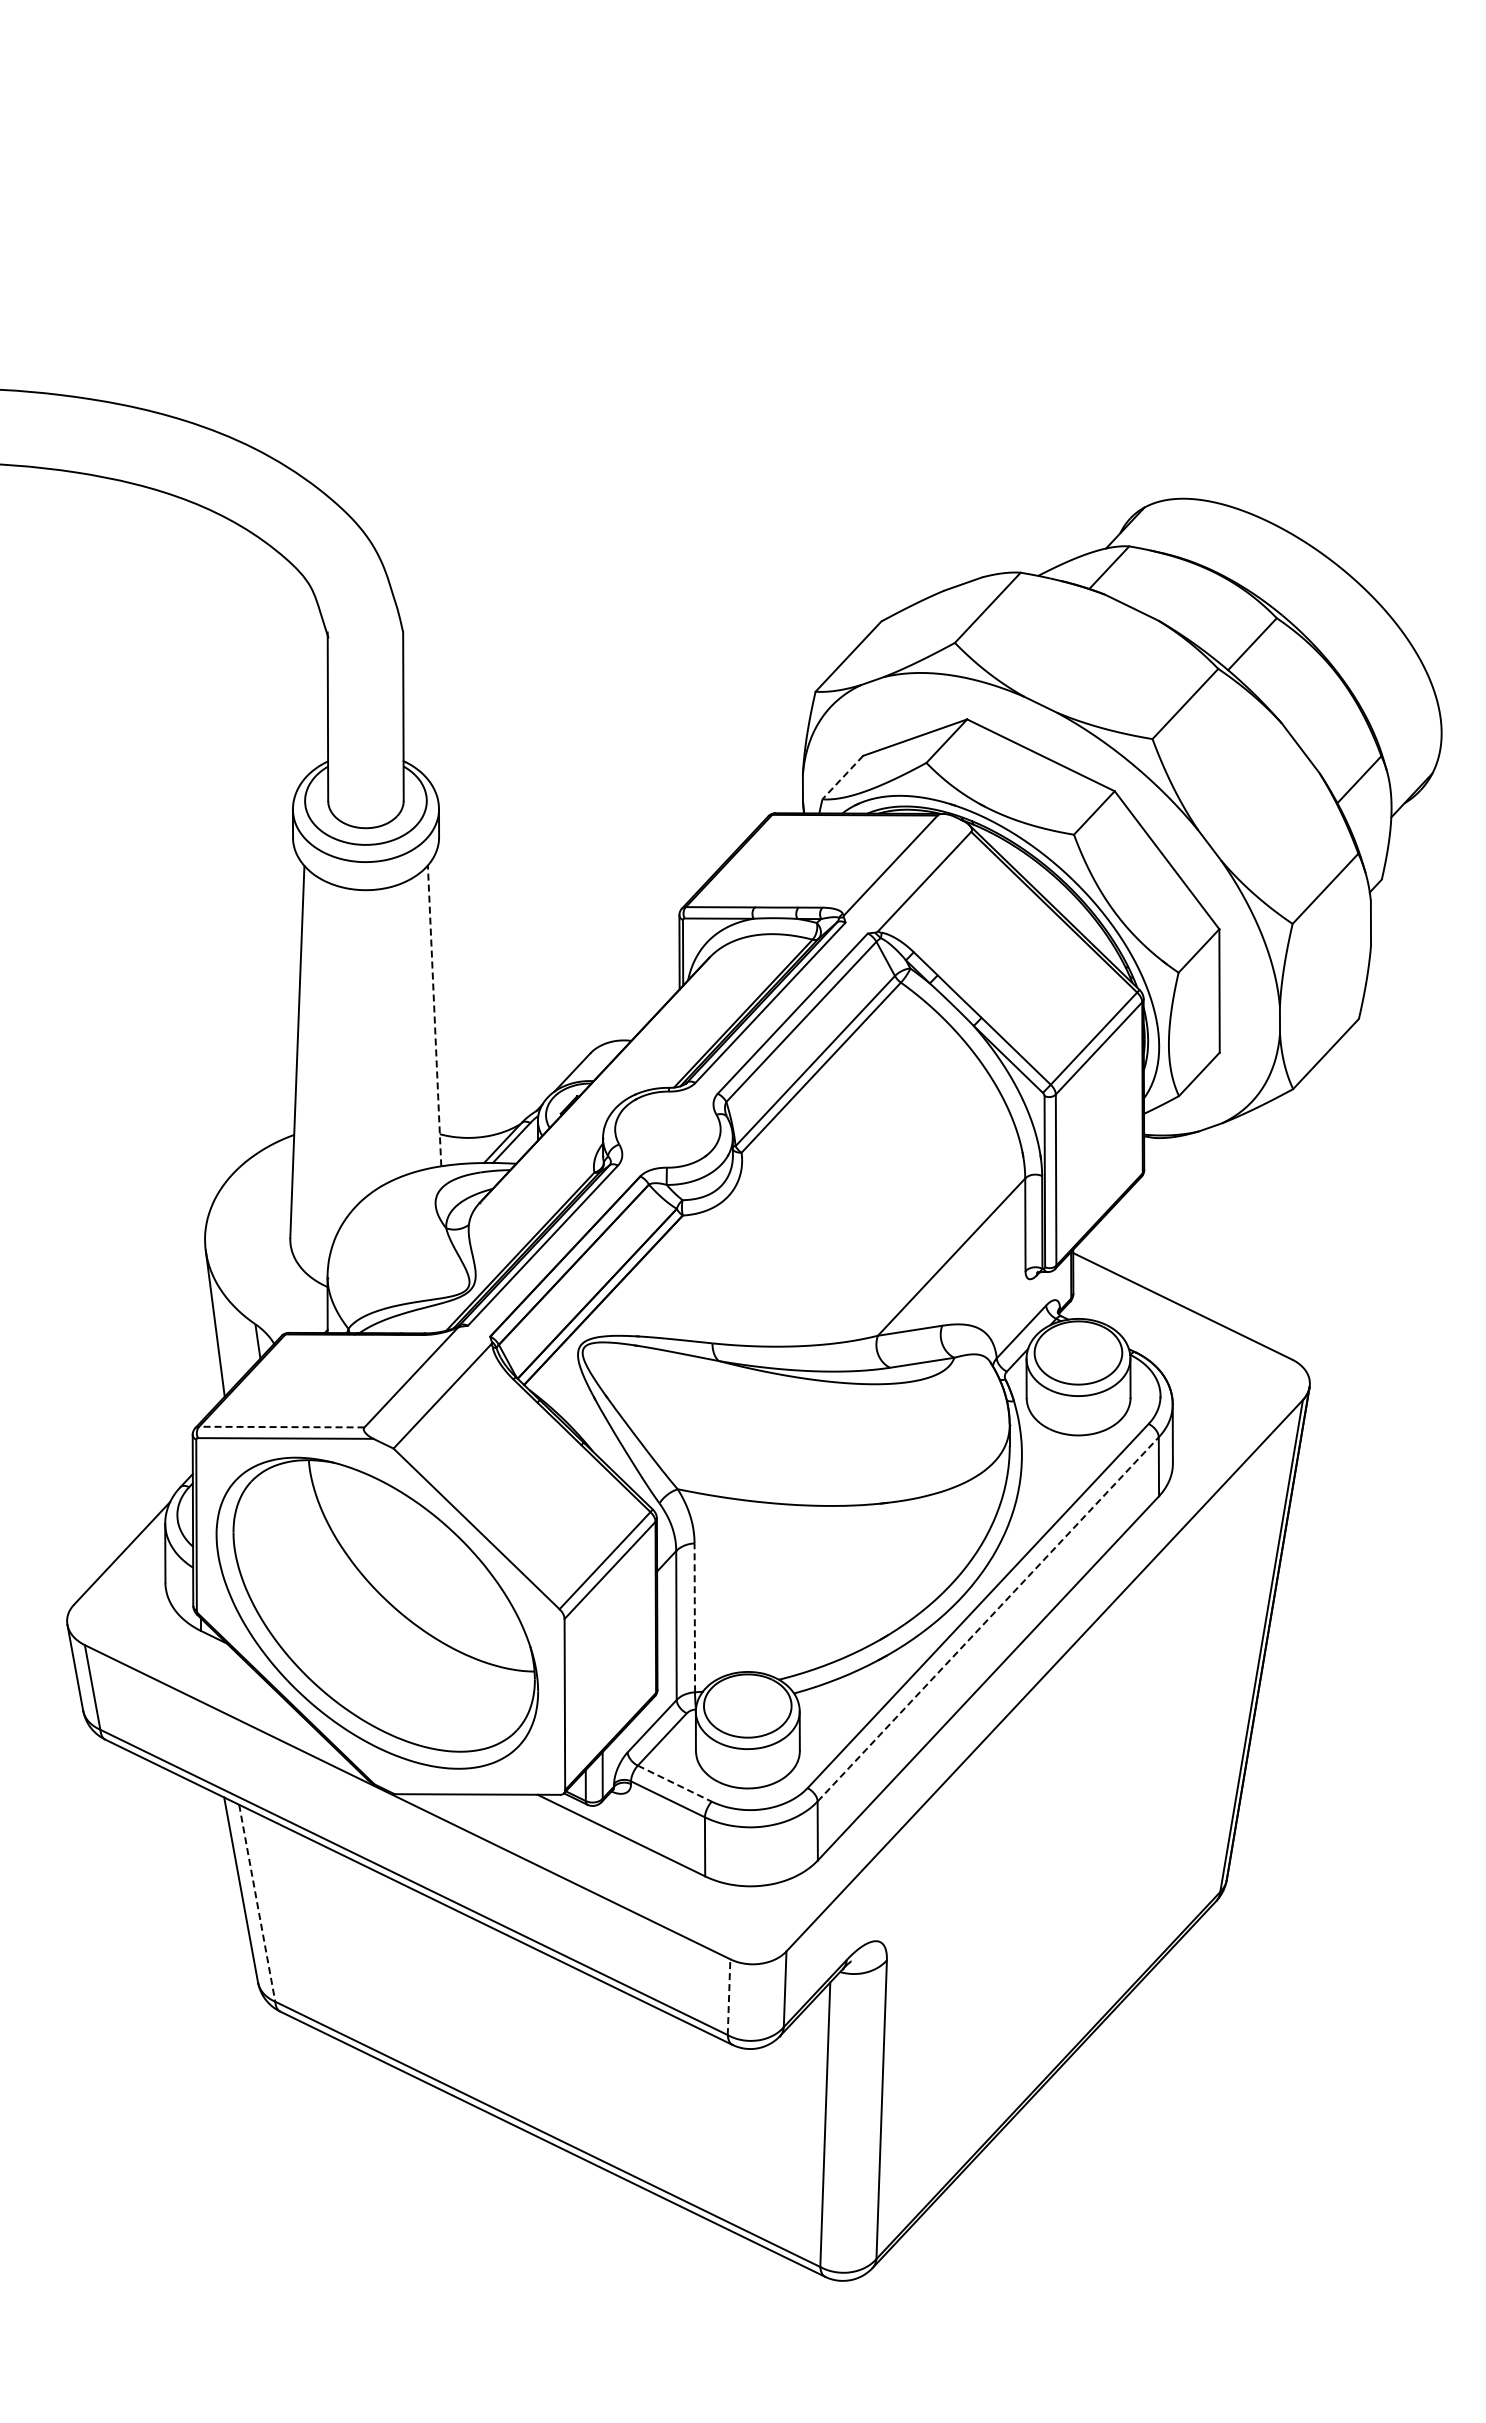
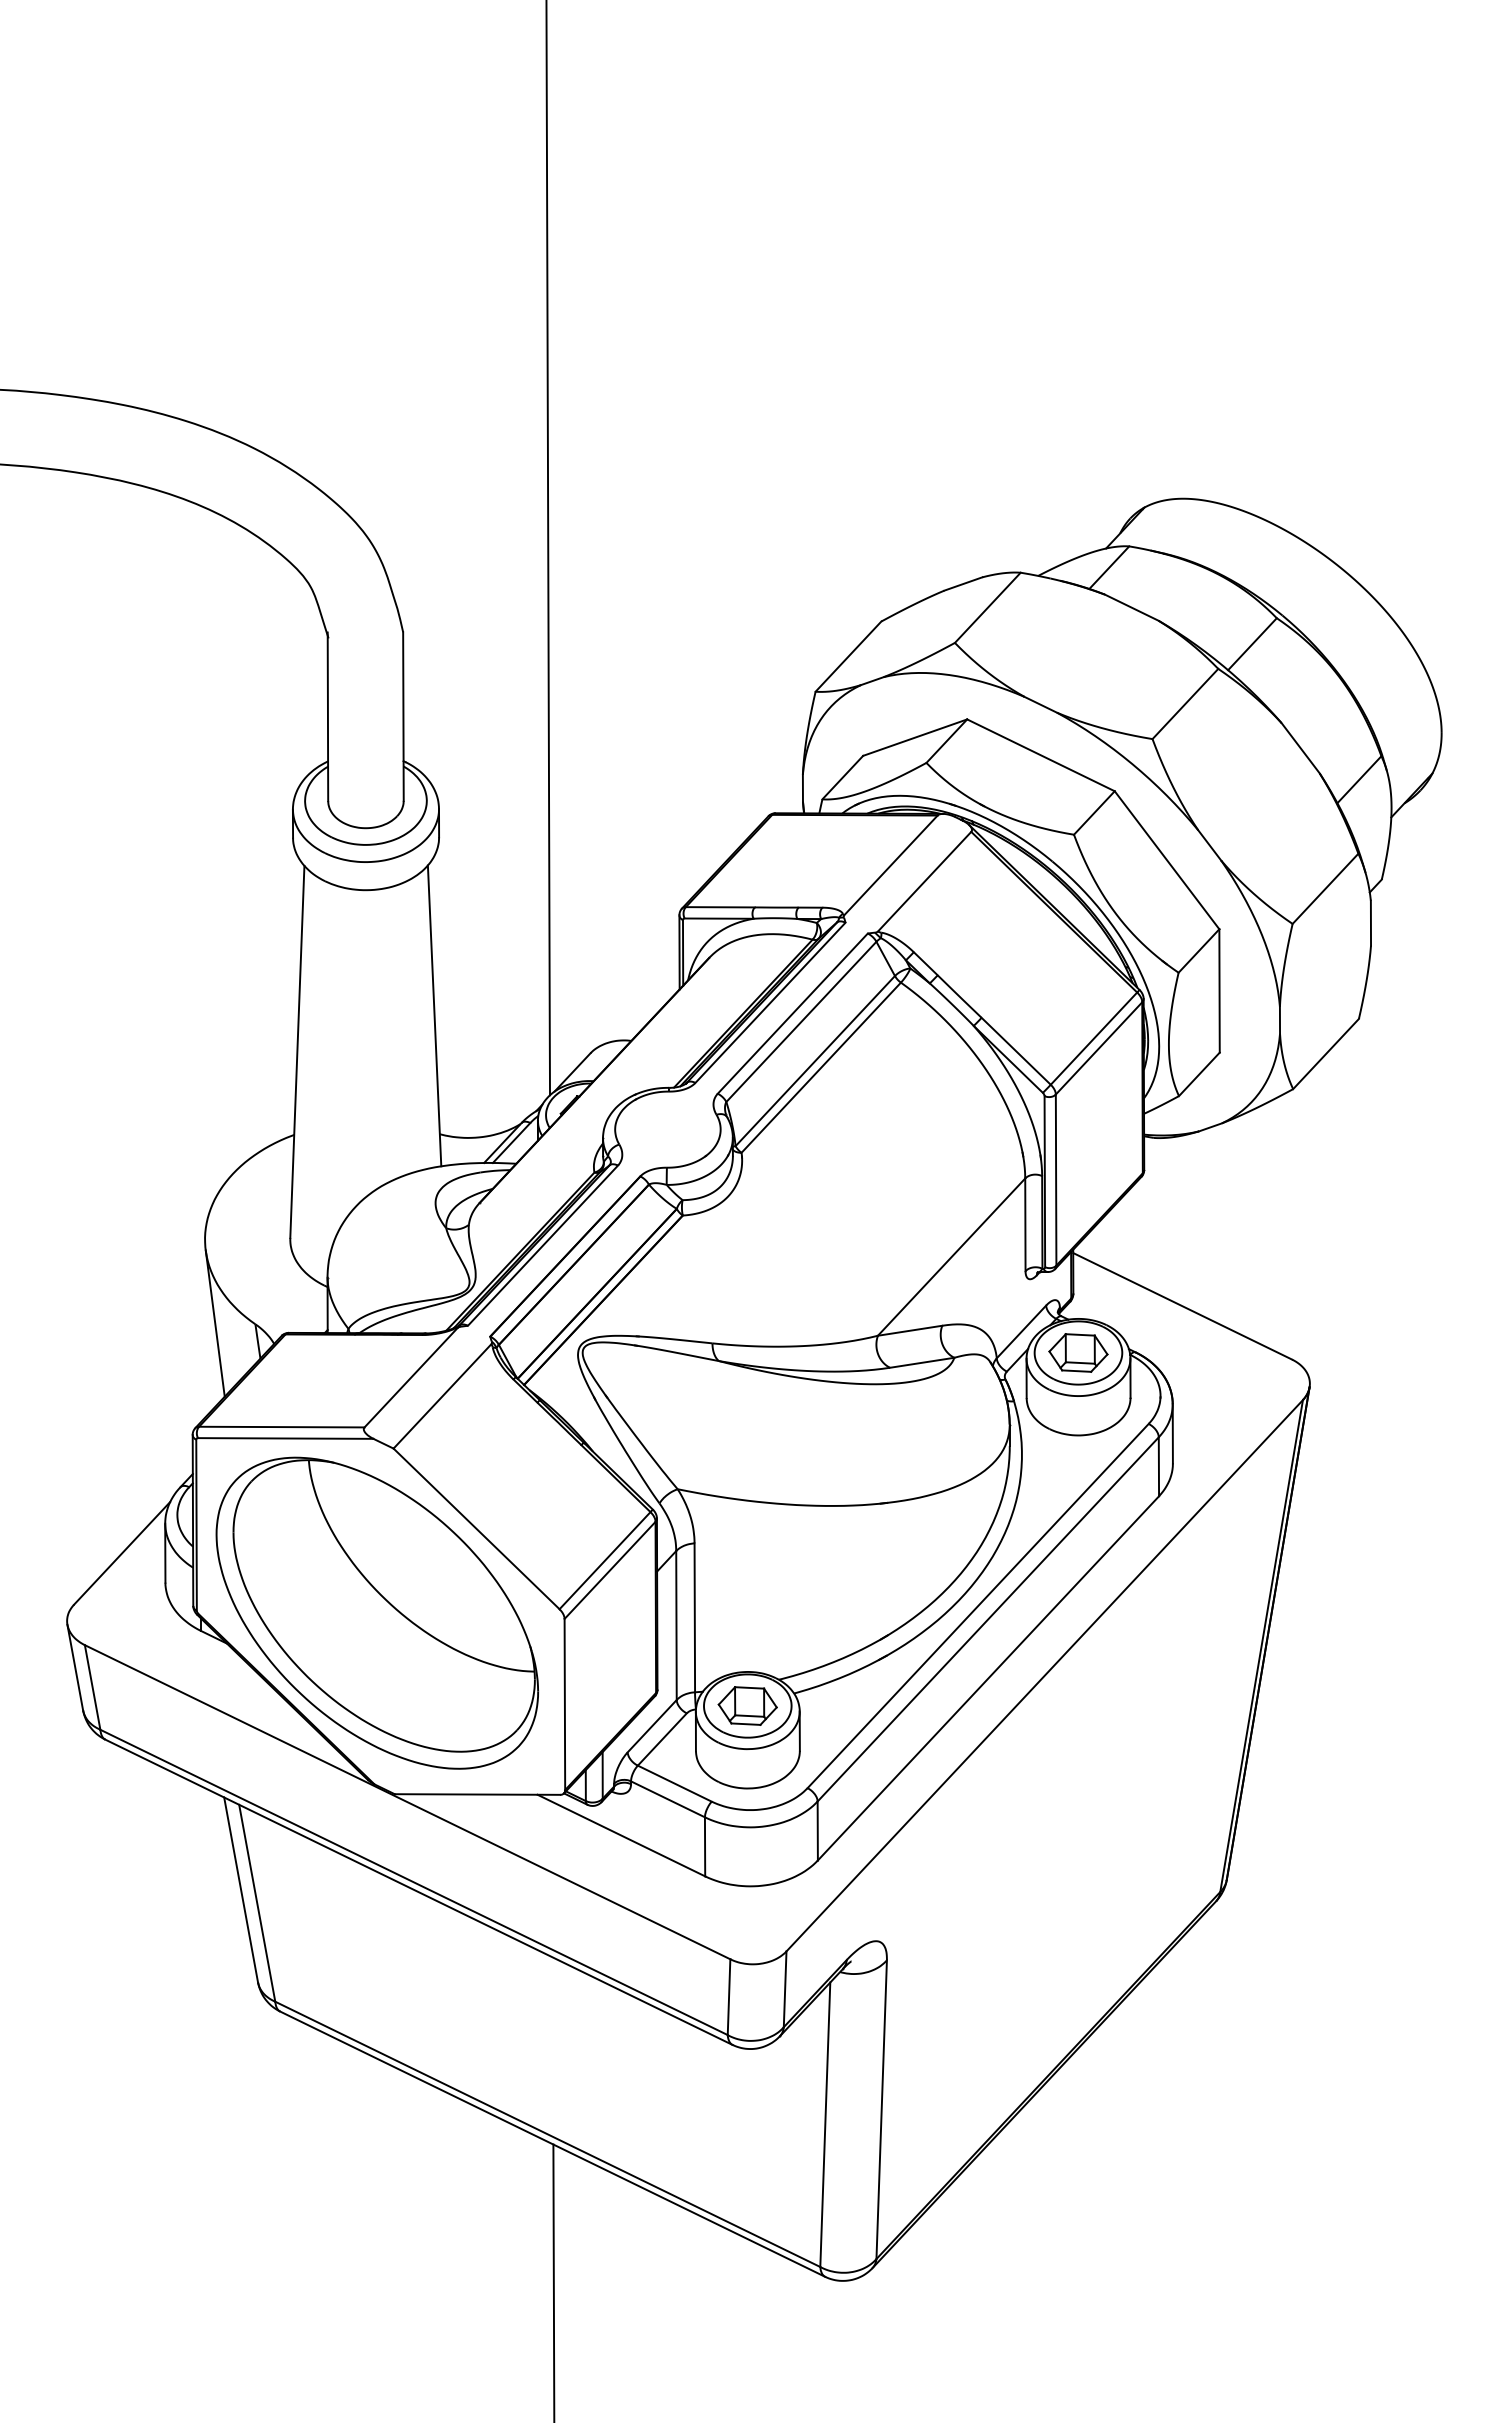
line at (548, 548): none -> present
line at (842, 777): dashed -> solid
line at (434, 1015): dashed -> solid
part at (1078, 1352): none -> present
line at (281, 1427): dashed -> solid
line at (694, 1617): dashed -> solid
line at (988, 1619): dashed -> solid
part at (747, 1705): none -> present
line at (675, 1783): dashed -> solid
line at (257, 1903): dashed -> solid
line at (729, 1997): dashed -> solid
line at (553, 2281): none -> present
